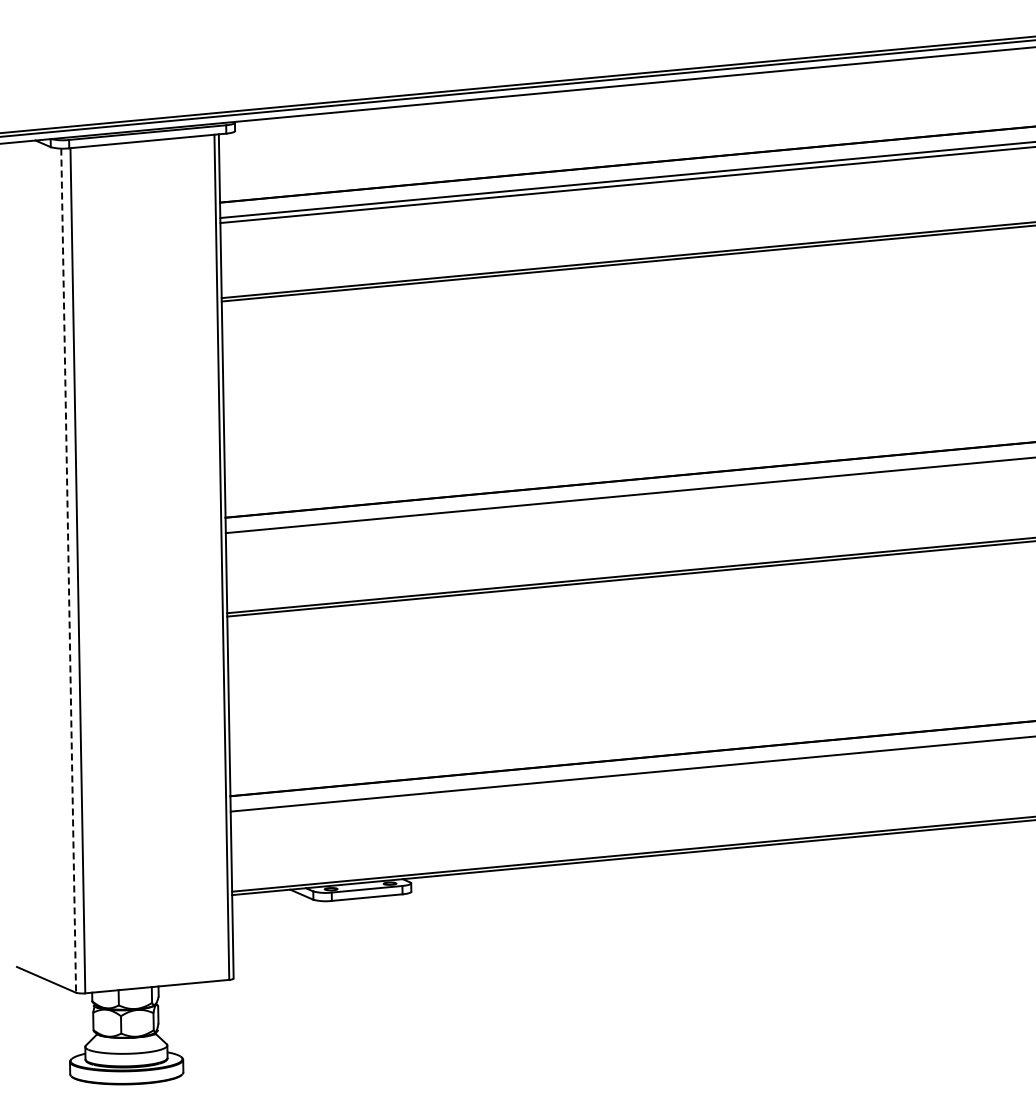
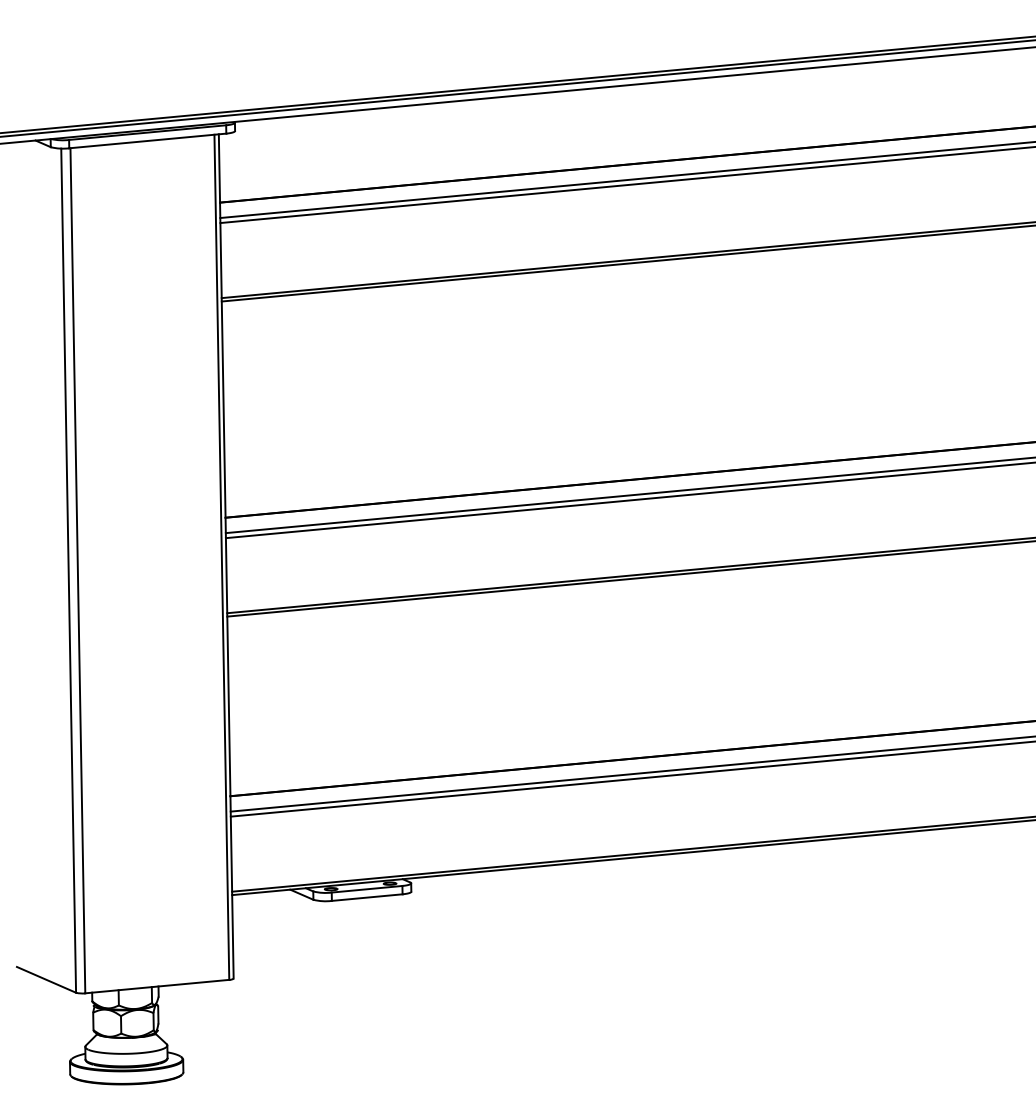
line at (628, 500): none -> present
line at (68, 571): dashed -> solid
line at (631, 778): none -> present
